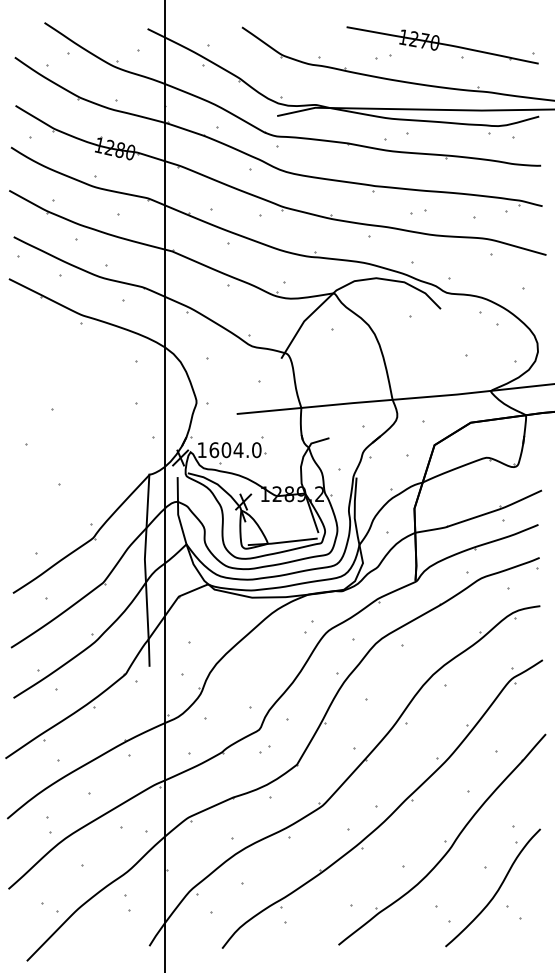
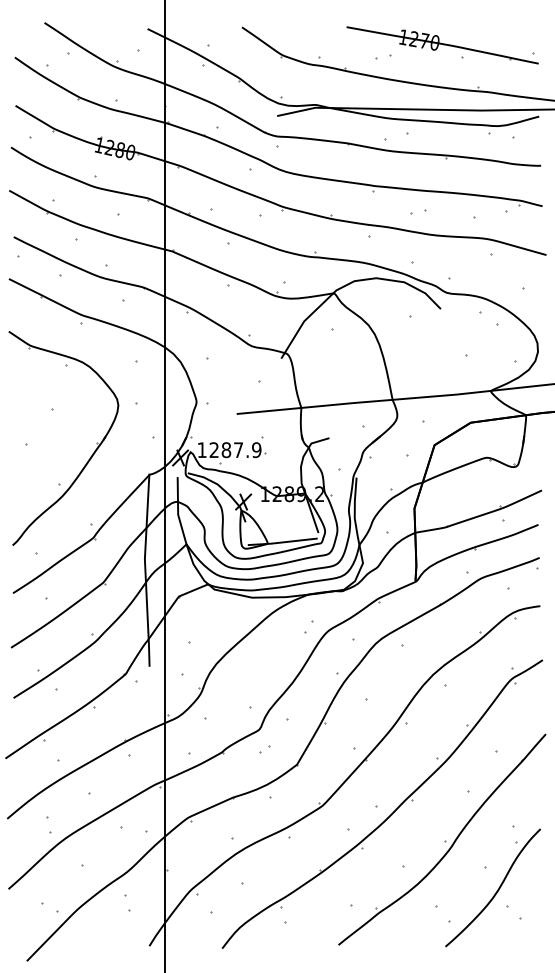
text at (235, 450): 1604.0 -> 1287.9
part at (90, 456): none -> present
